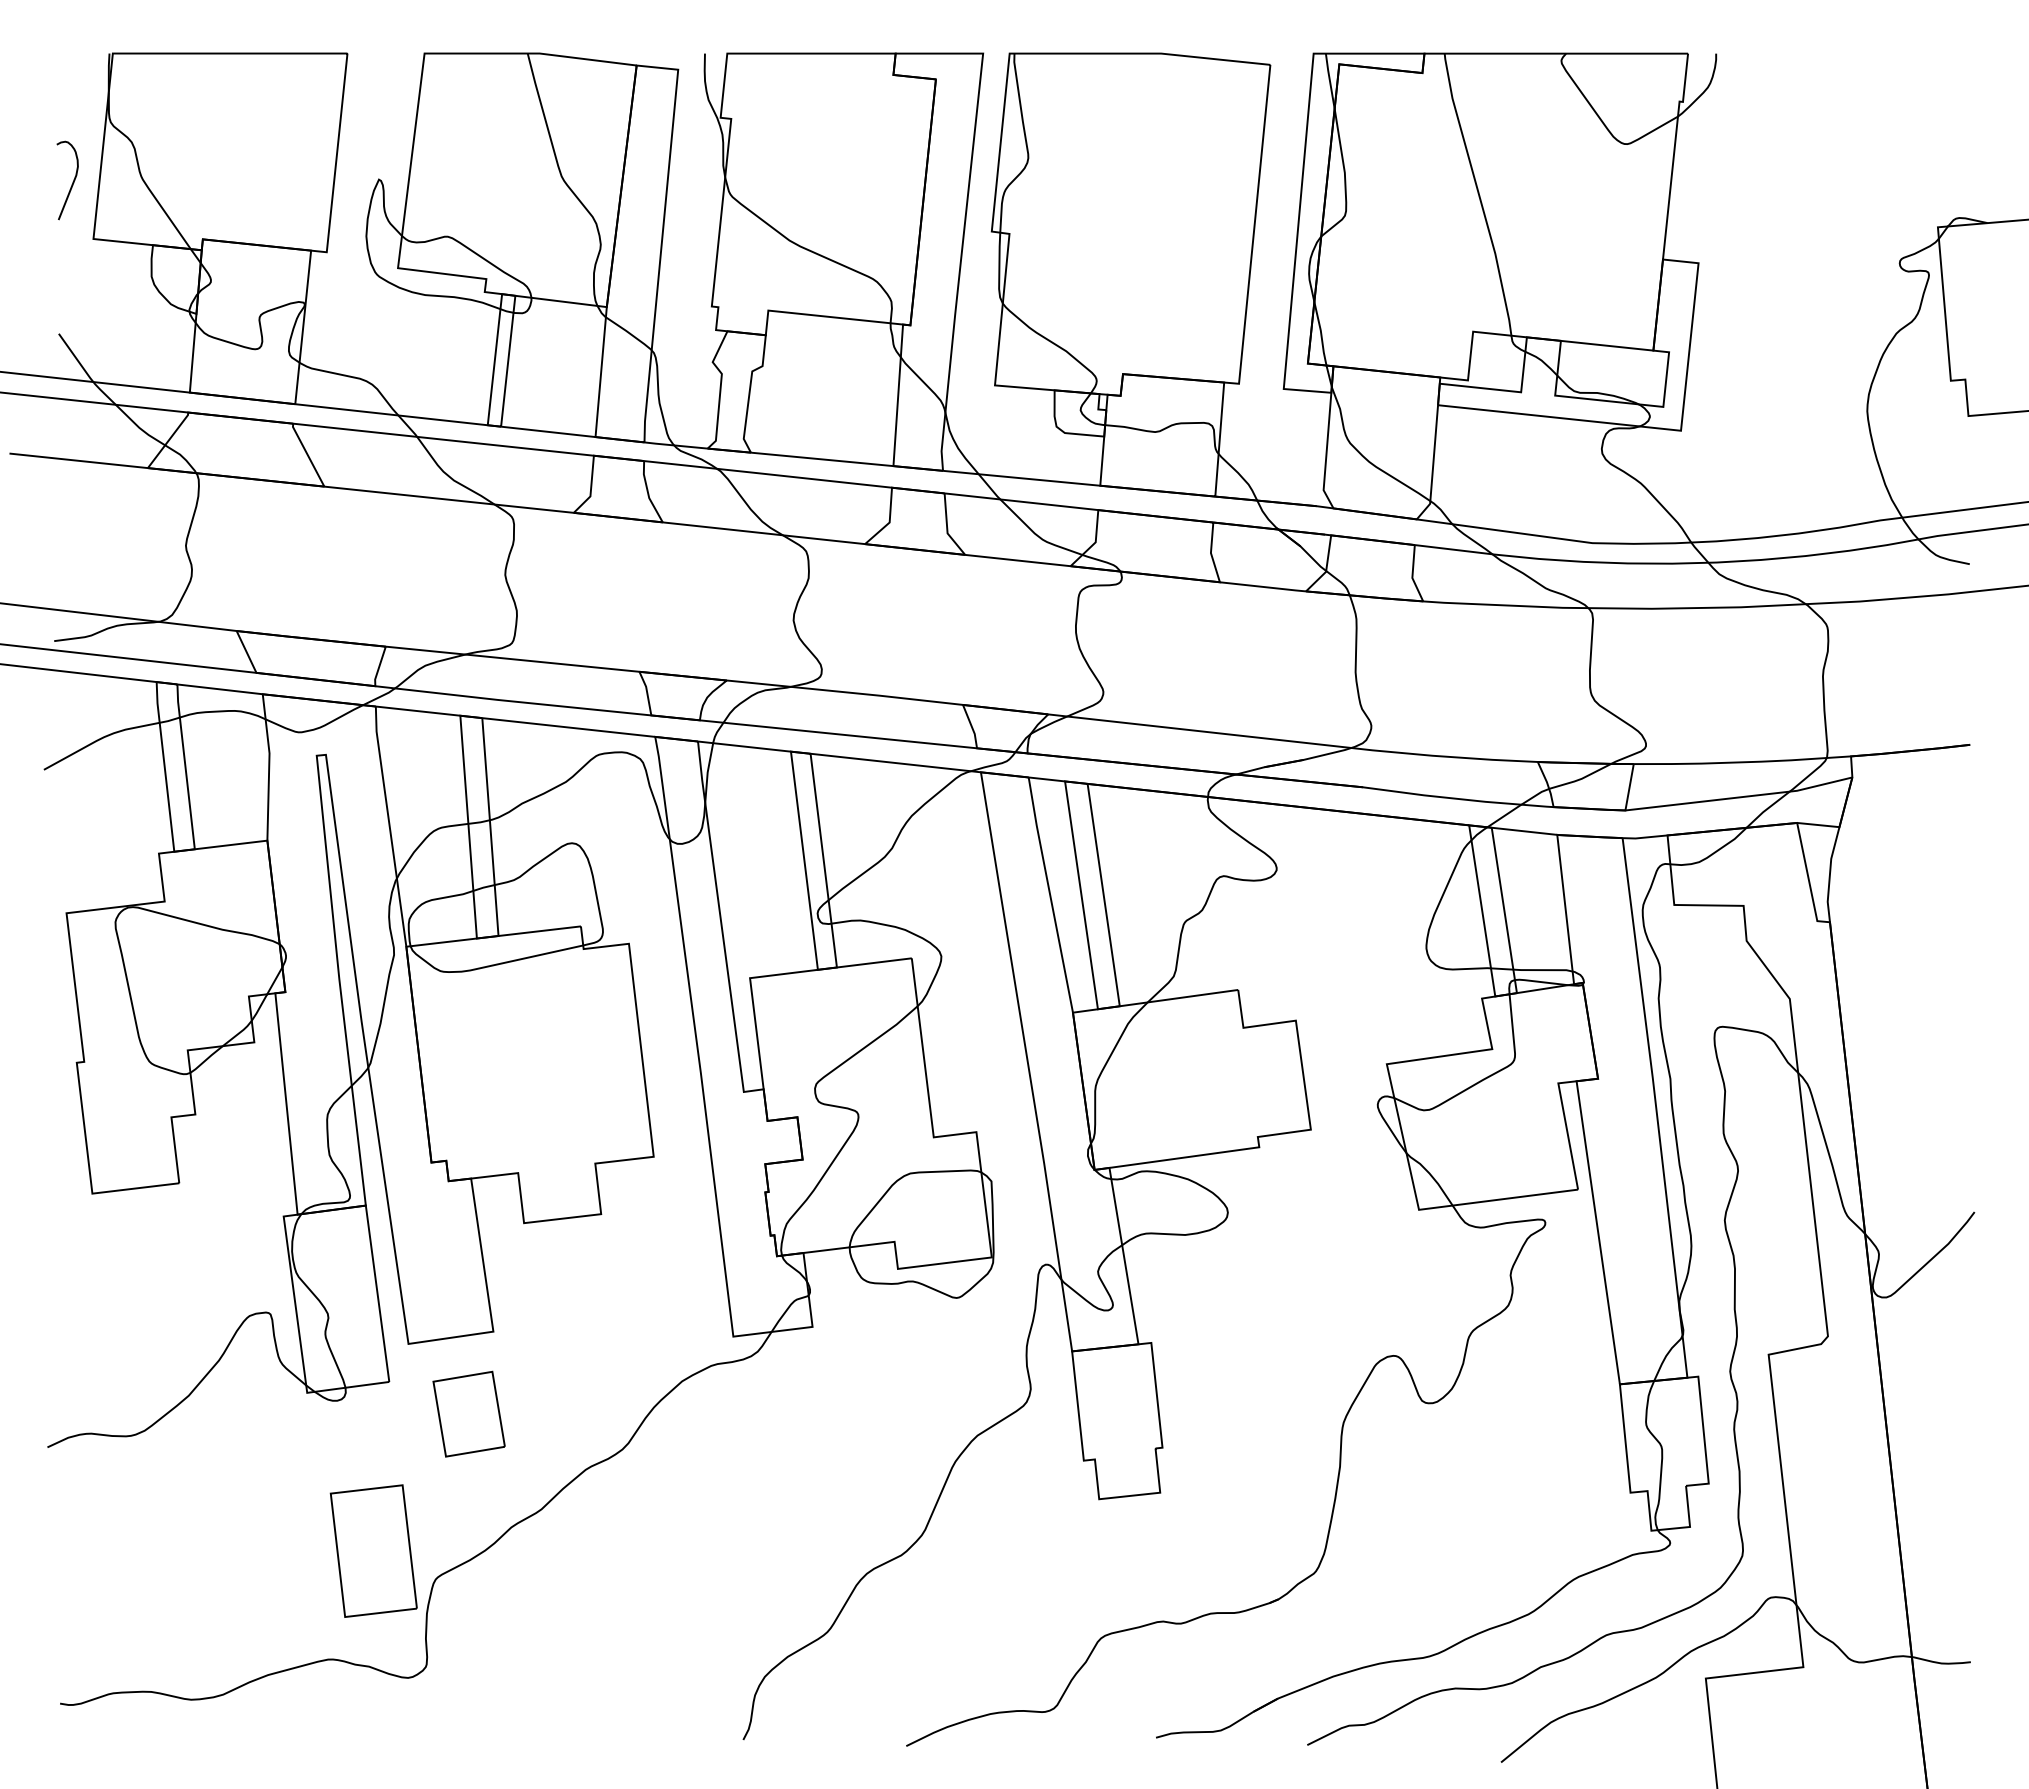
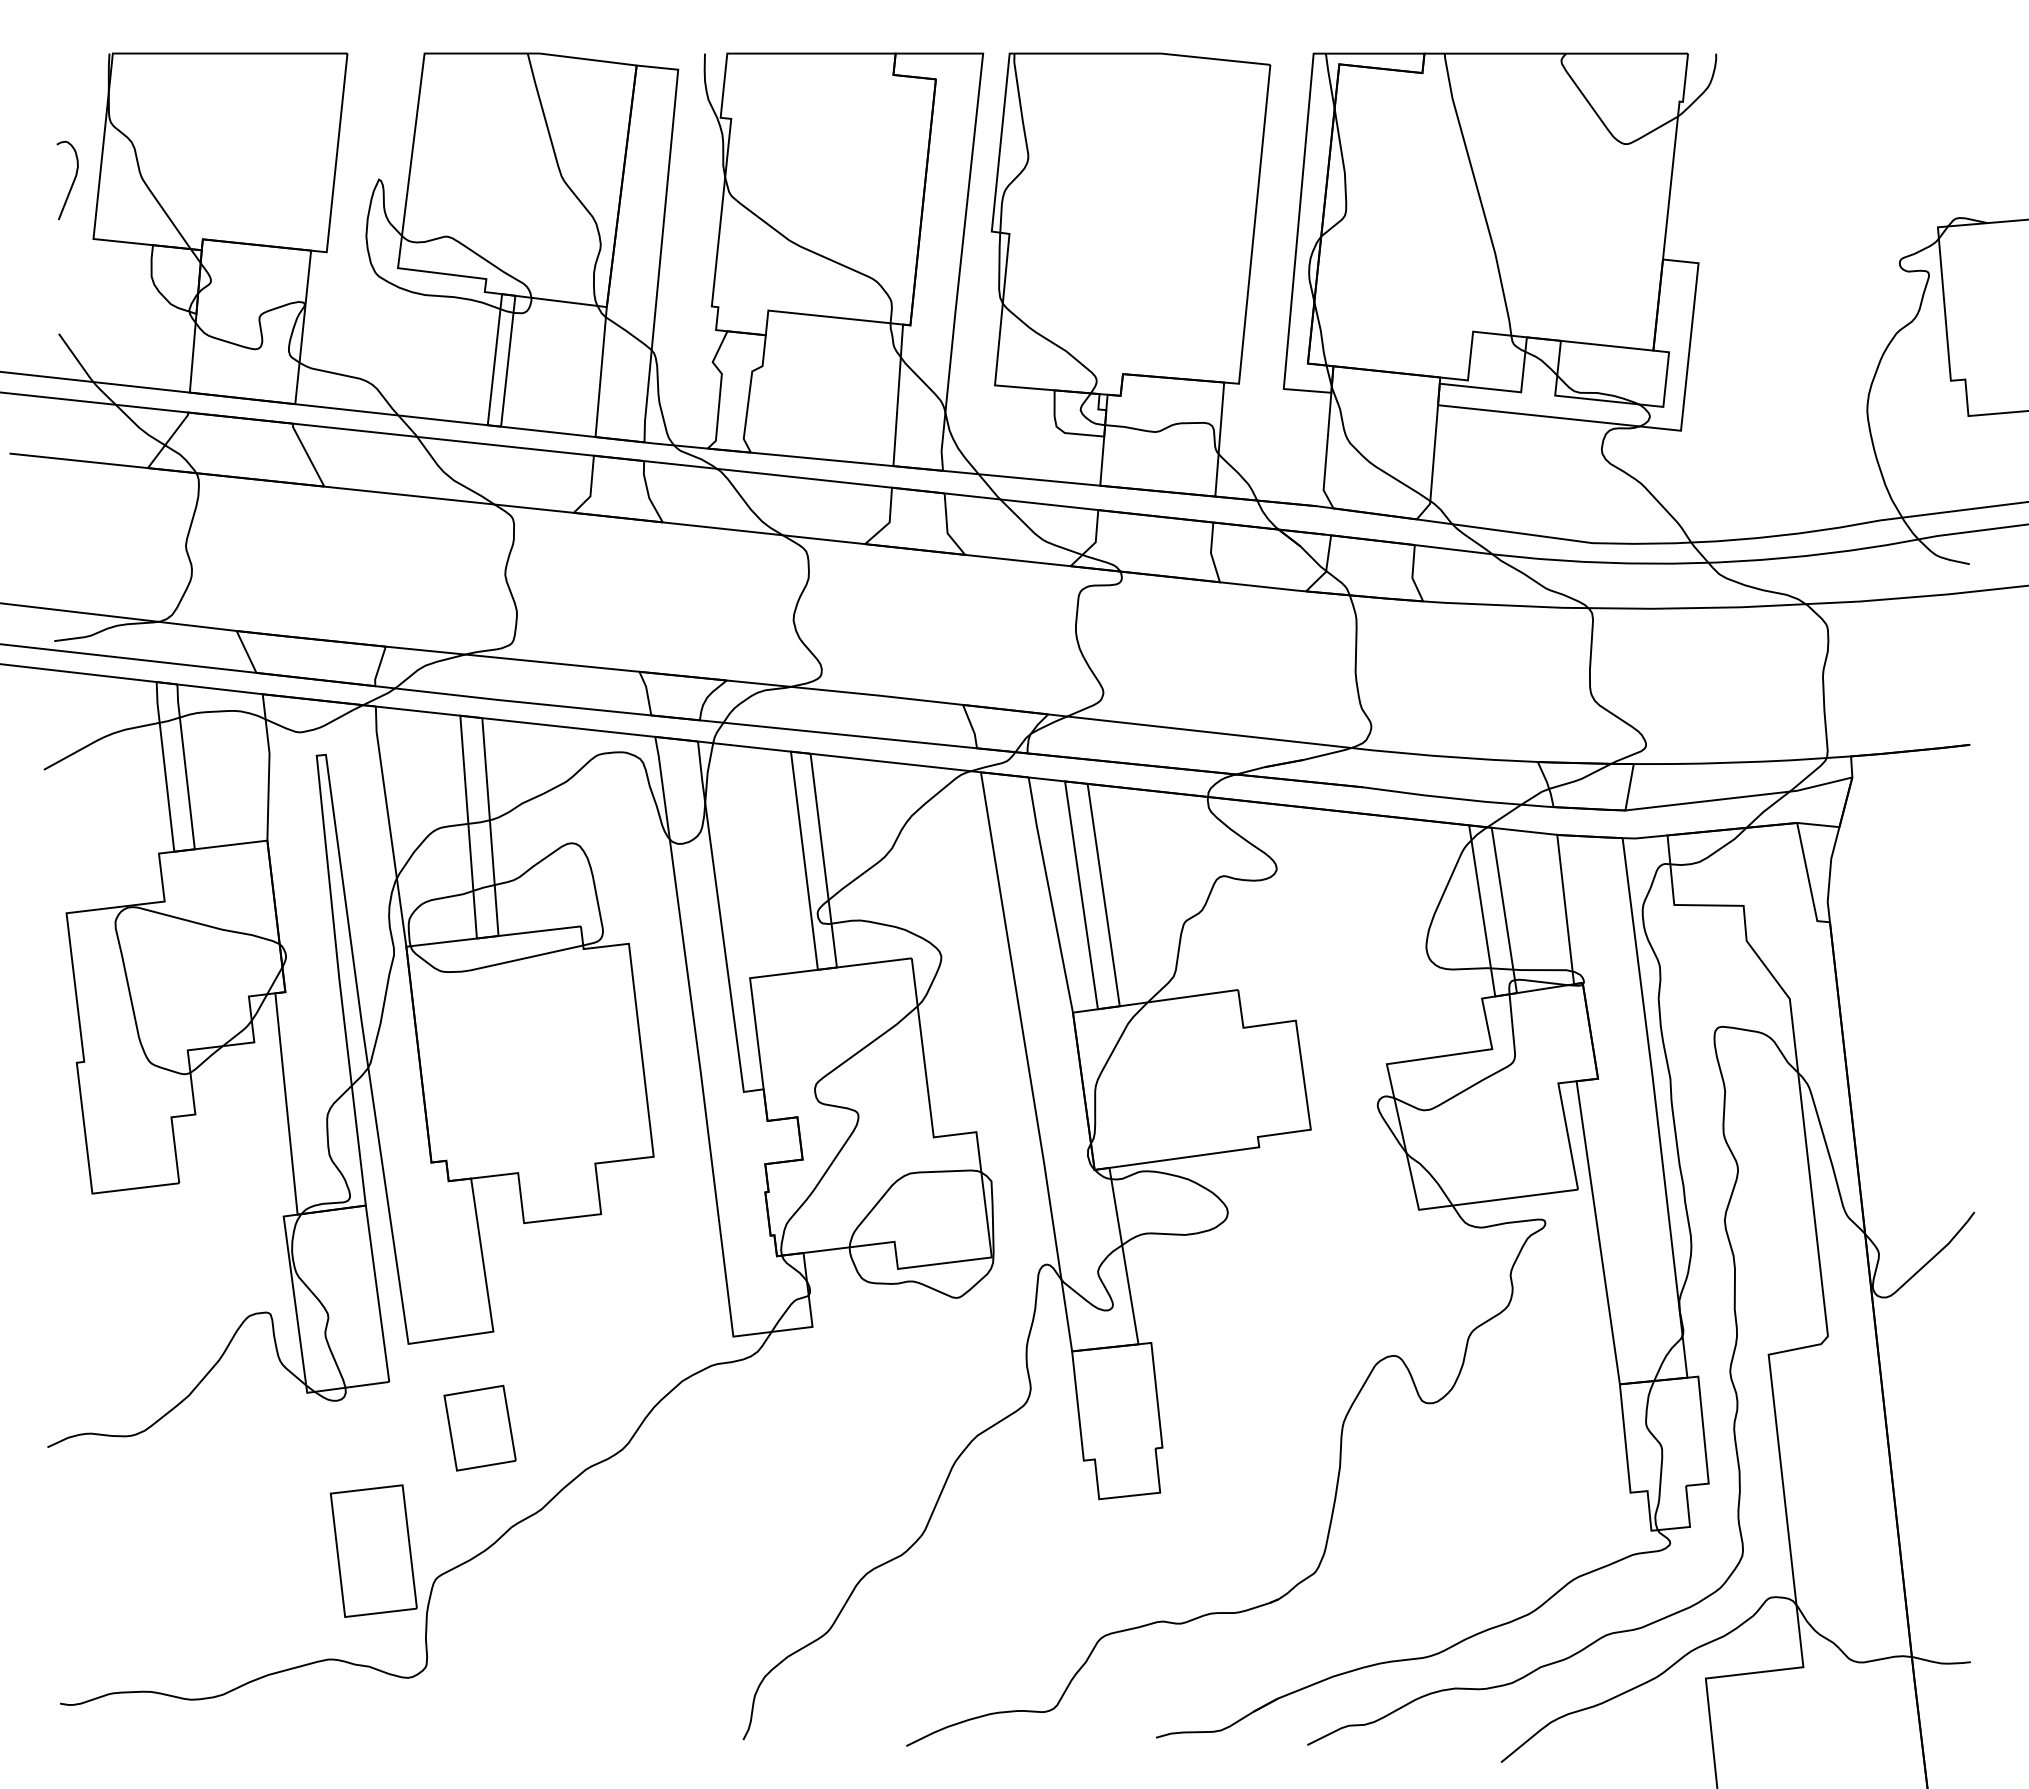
part at (468, 1413) position: (468, 1413) -> (479, 1427)
